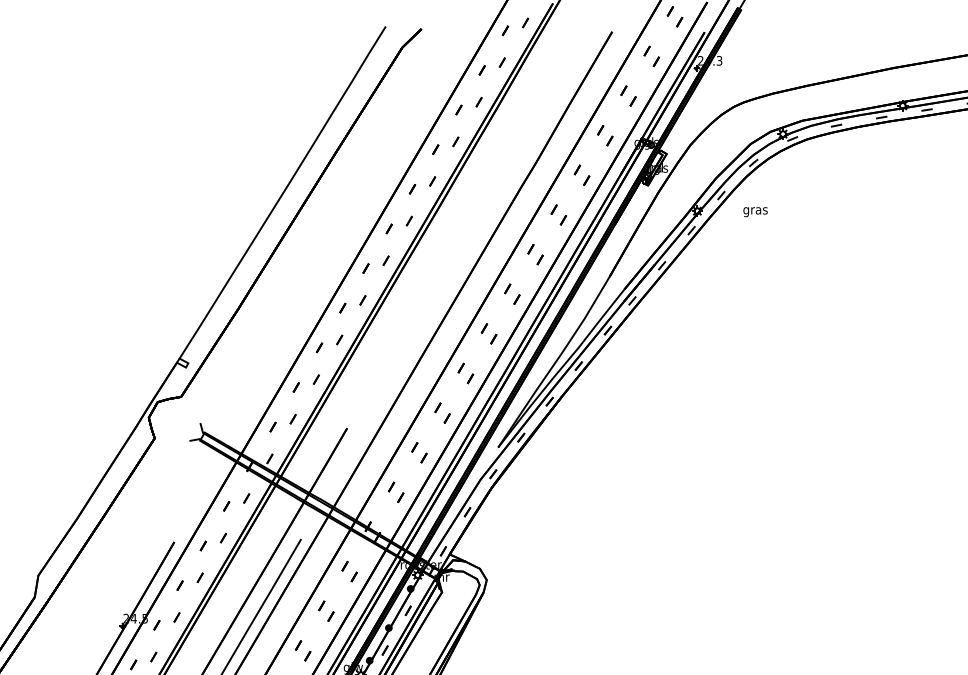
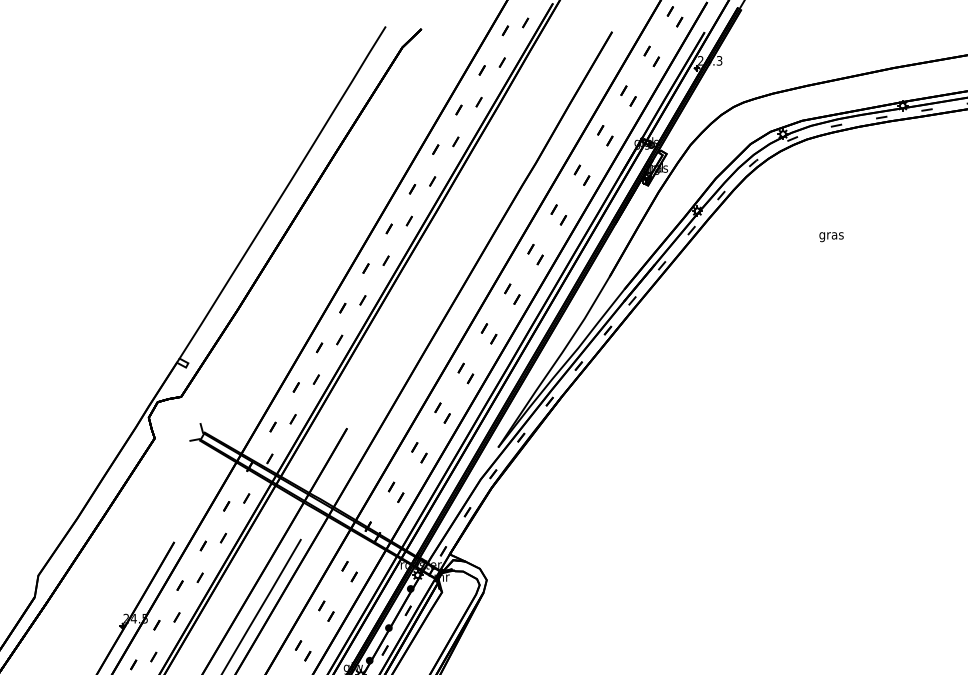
text at (755, 212) position: (755, 212) -> (831, 237)
